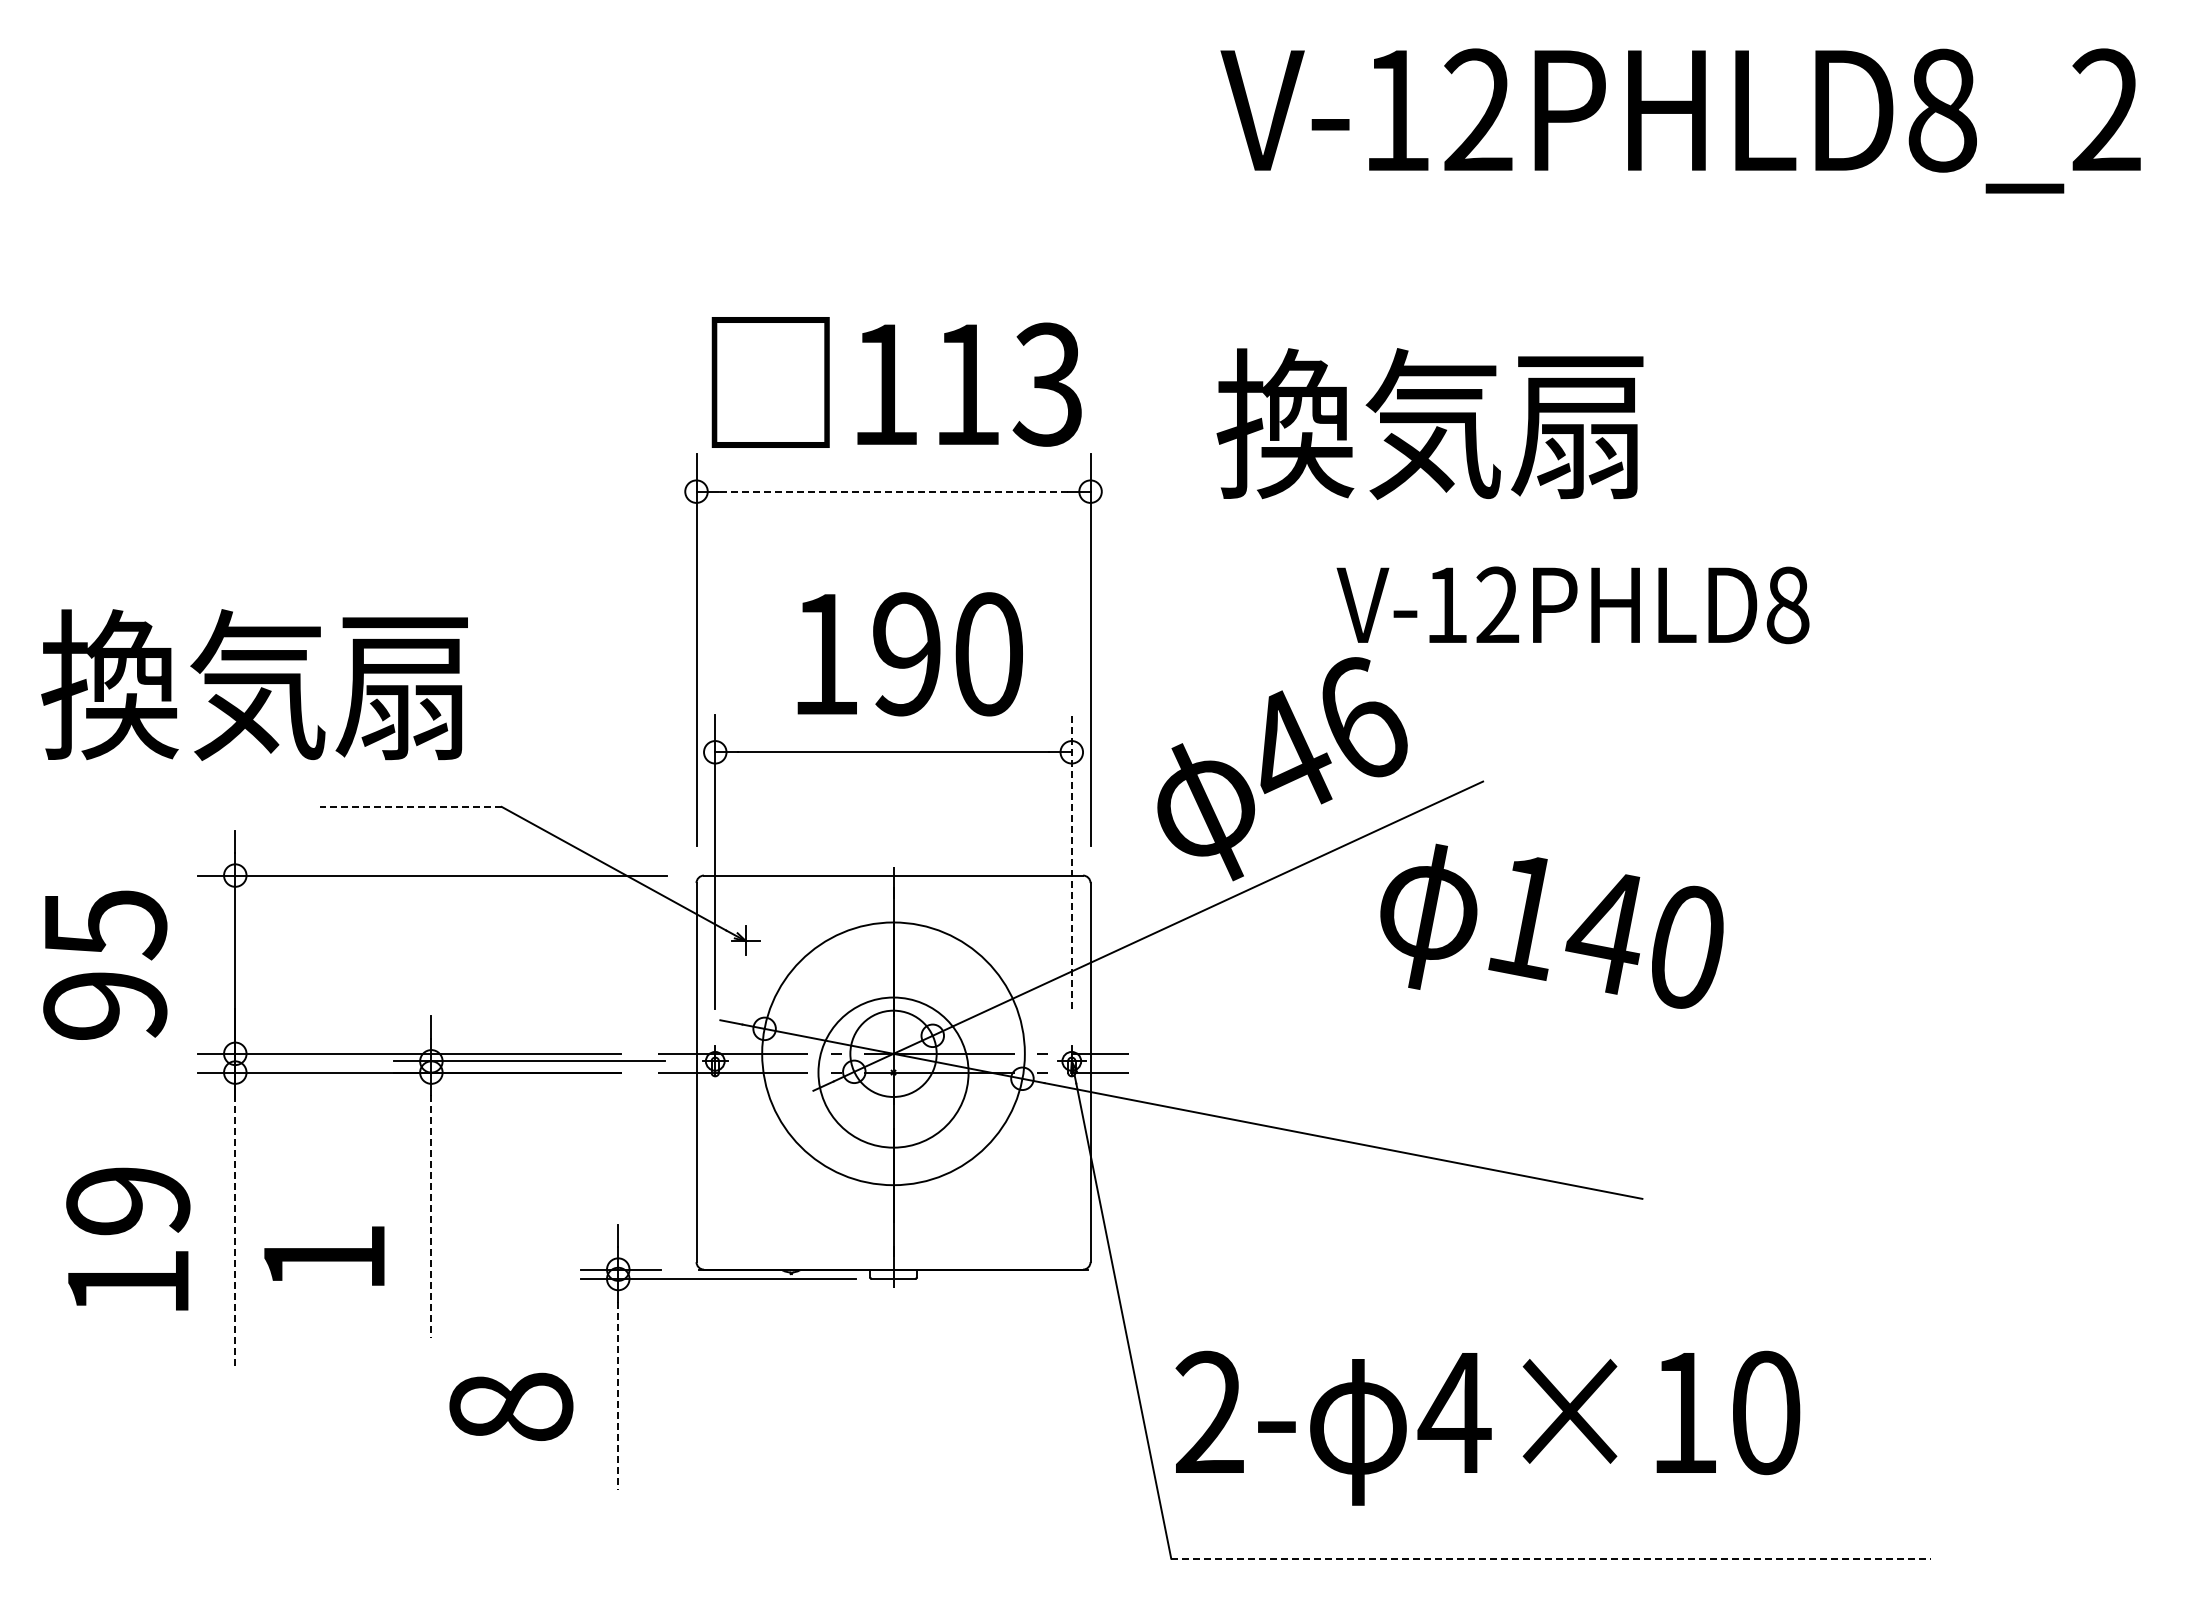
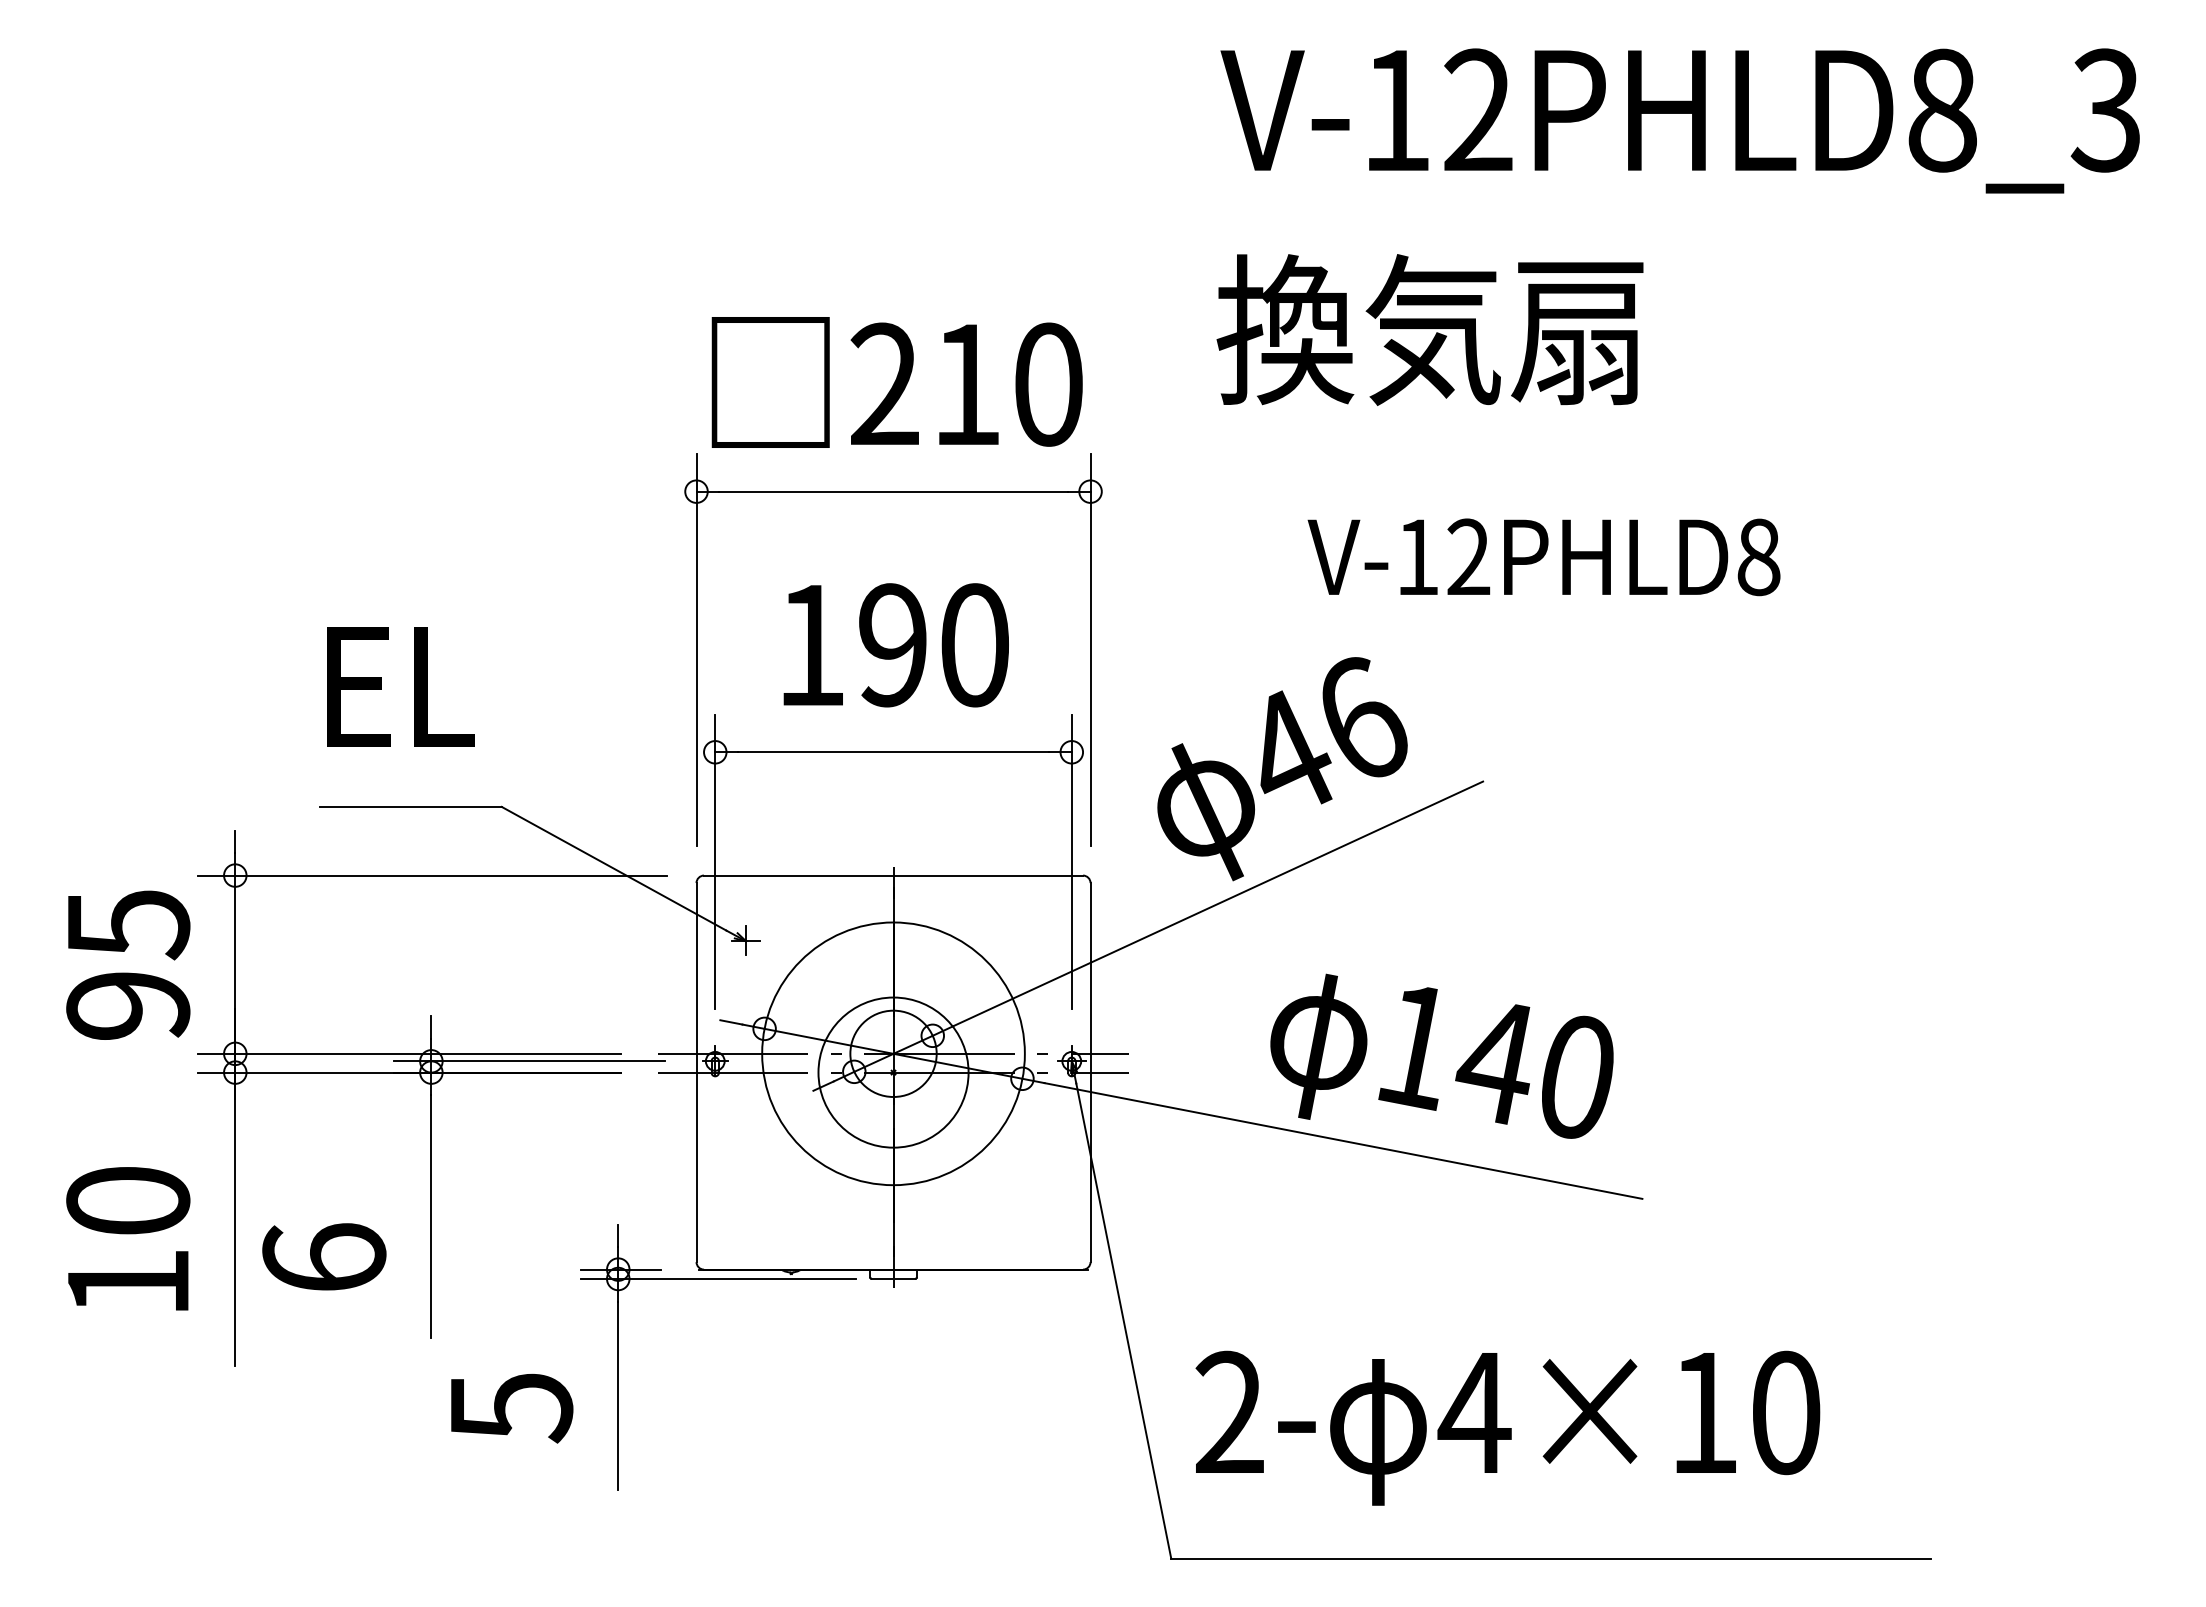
text at (2105, 110): V-12PHLD8_2 -> V-12PHLD8_3
text at (966, 384): 113 -> 210
text at (1429, 423) position: (1429, 423) -> (1429, 329)
line at (893, 491): dashed -> solid
text at (1572, 605) position: (1572, 605) -> (1543, 557)
text at (909, 654) position: (909, 654) -> (895, 645)
text at (257, 684): 換気扇 -> EL
line at (410, 806): dashed -> solid
line at (1071, 861): dashed -> solid
text at (1551, 925) position: (1551, 925) -> (1441, 1055)
text at (105, 964) position: (105, 964) -> (128, 964)
text at (128, 1201): 19 -> 10
line at (431, 1216): dashed -> solid
line at (235, 1231): dashed -> solid
text at (324, 1256): 1 -> 6
line at (618, 1396): dashed -> solid
text at (511, 1407): 8 -> 5
text at (1487, 1427) position: (1487, 1427) -> (1507, 1427)
line at (1551, 1558): dashed -> solid
